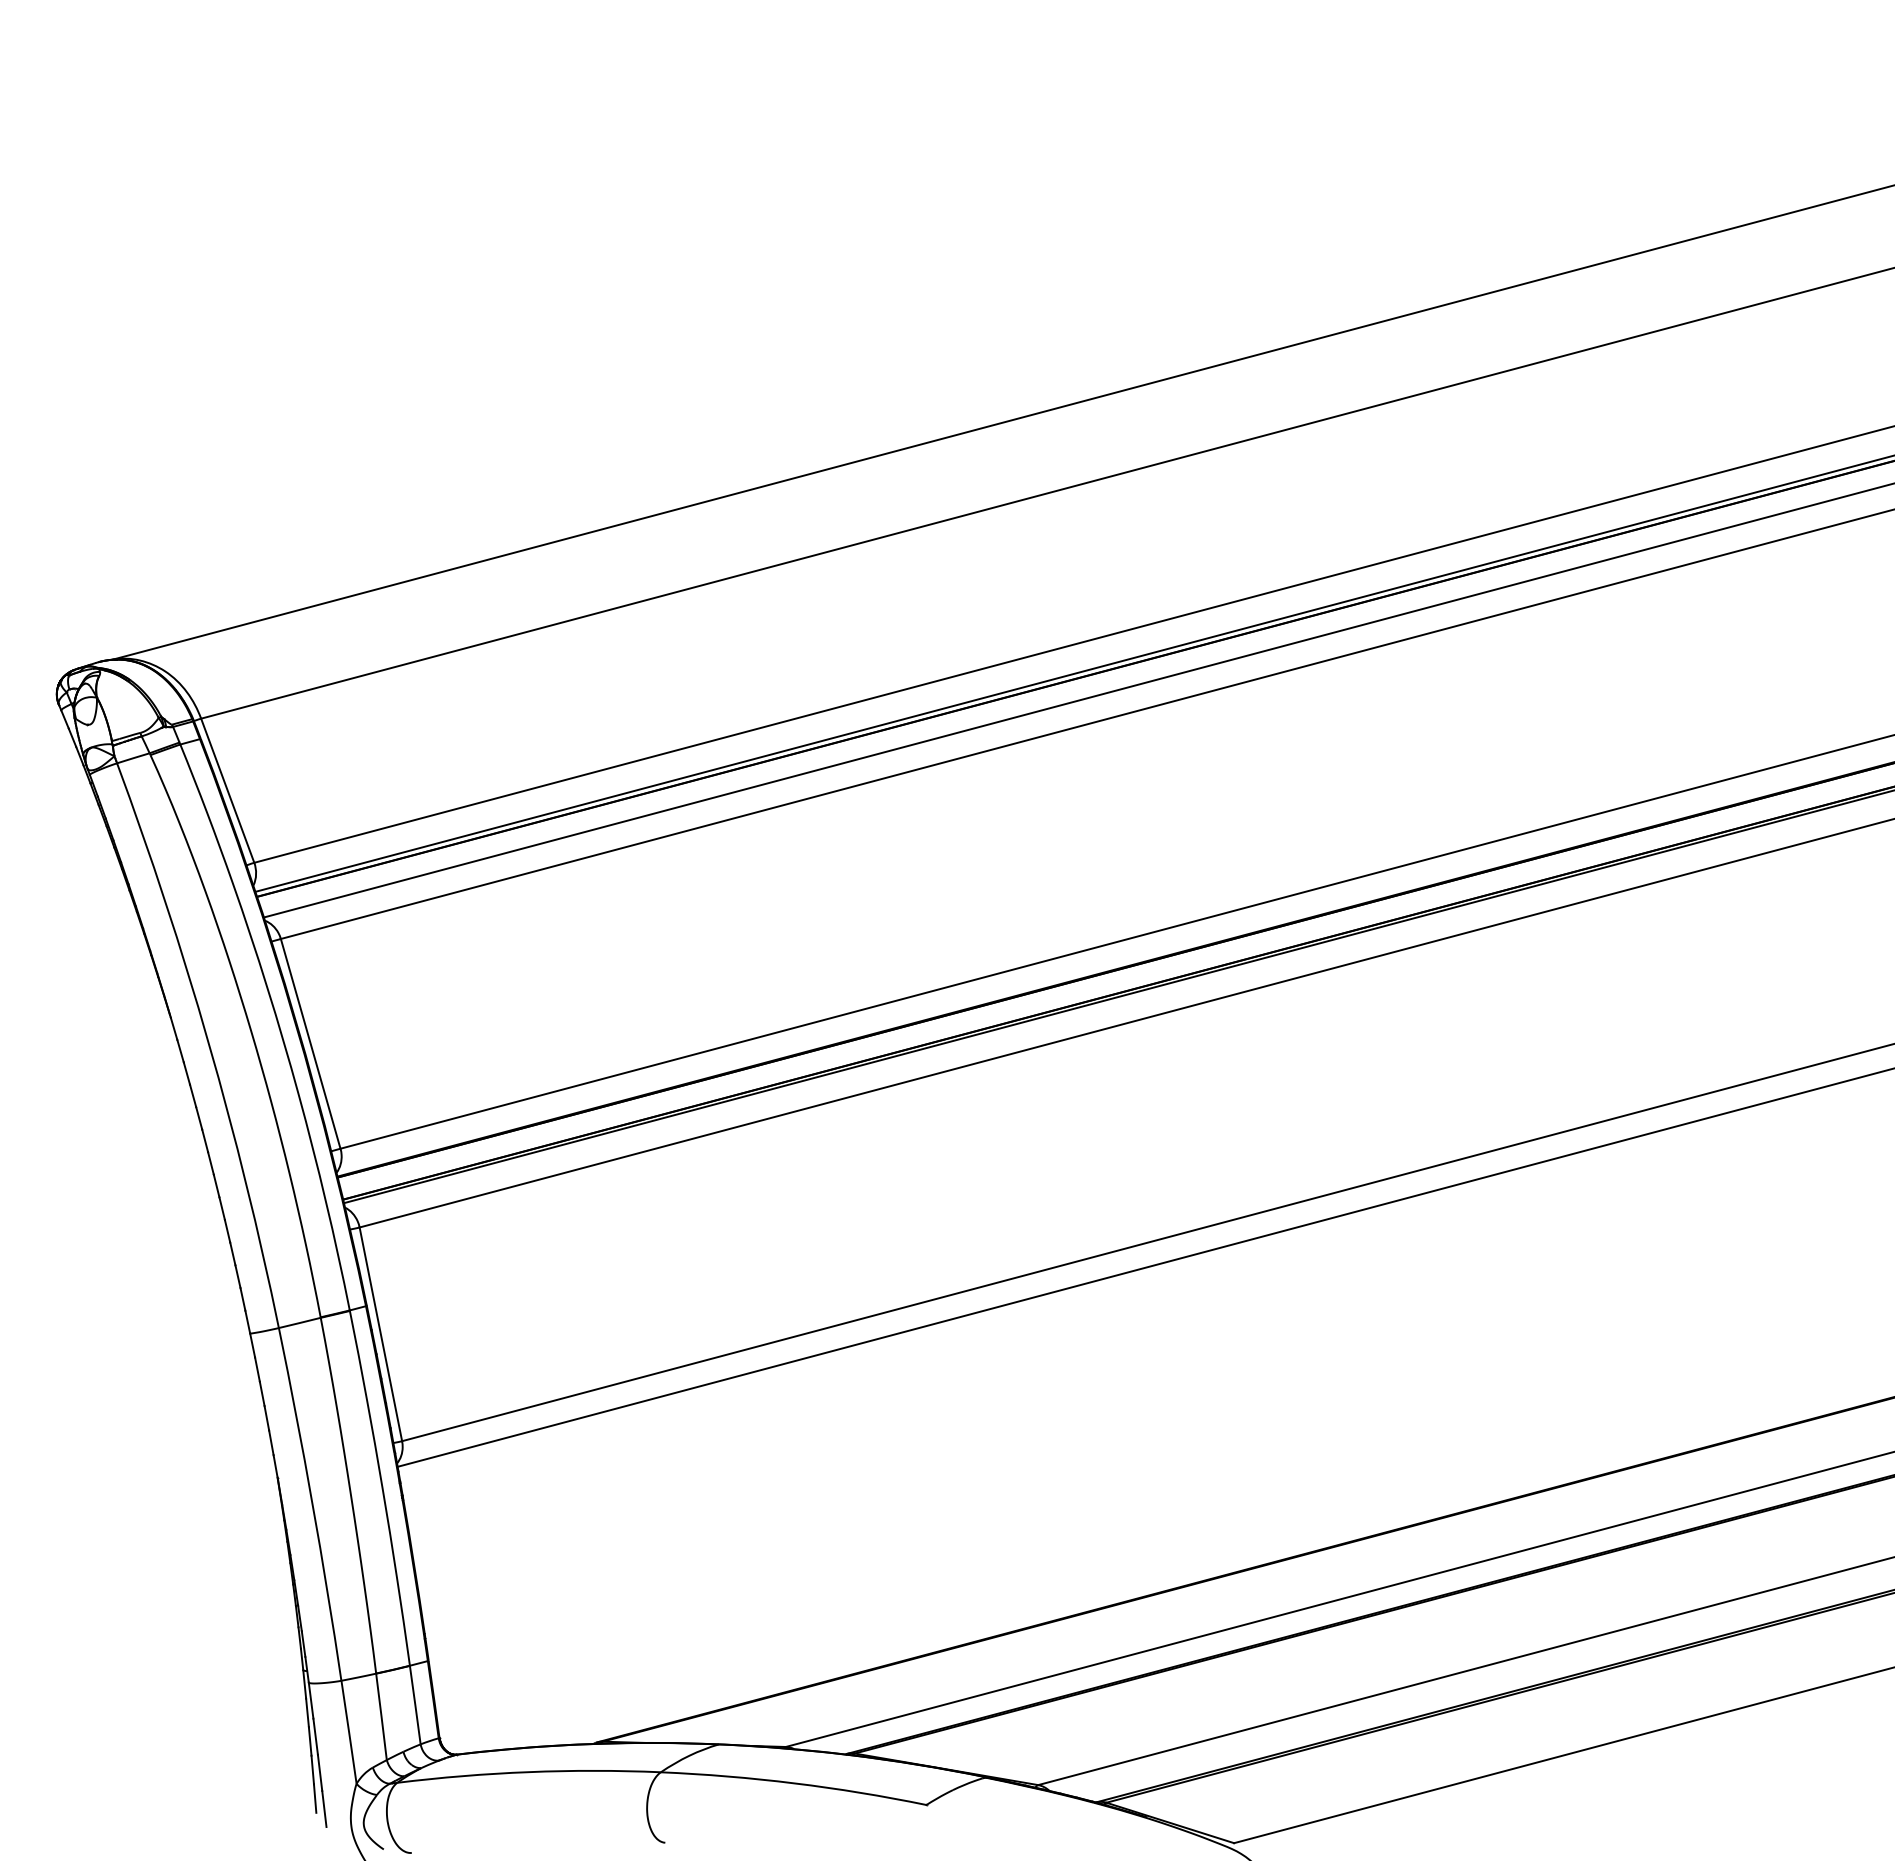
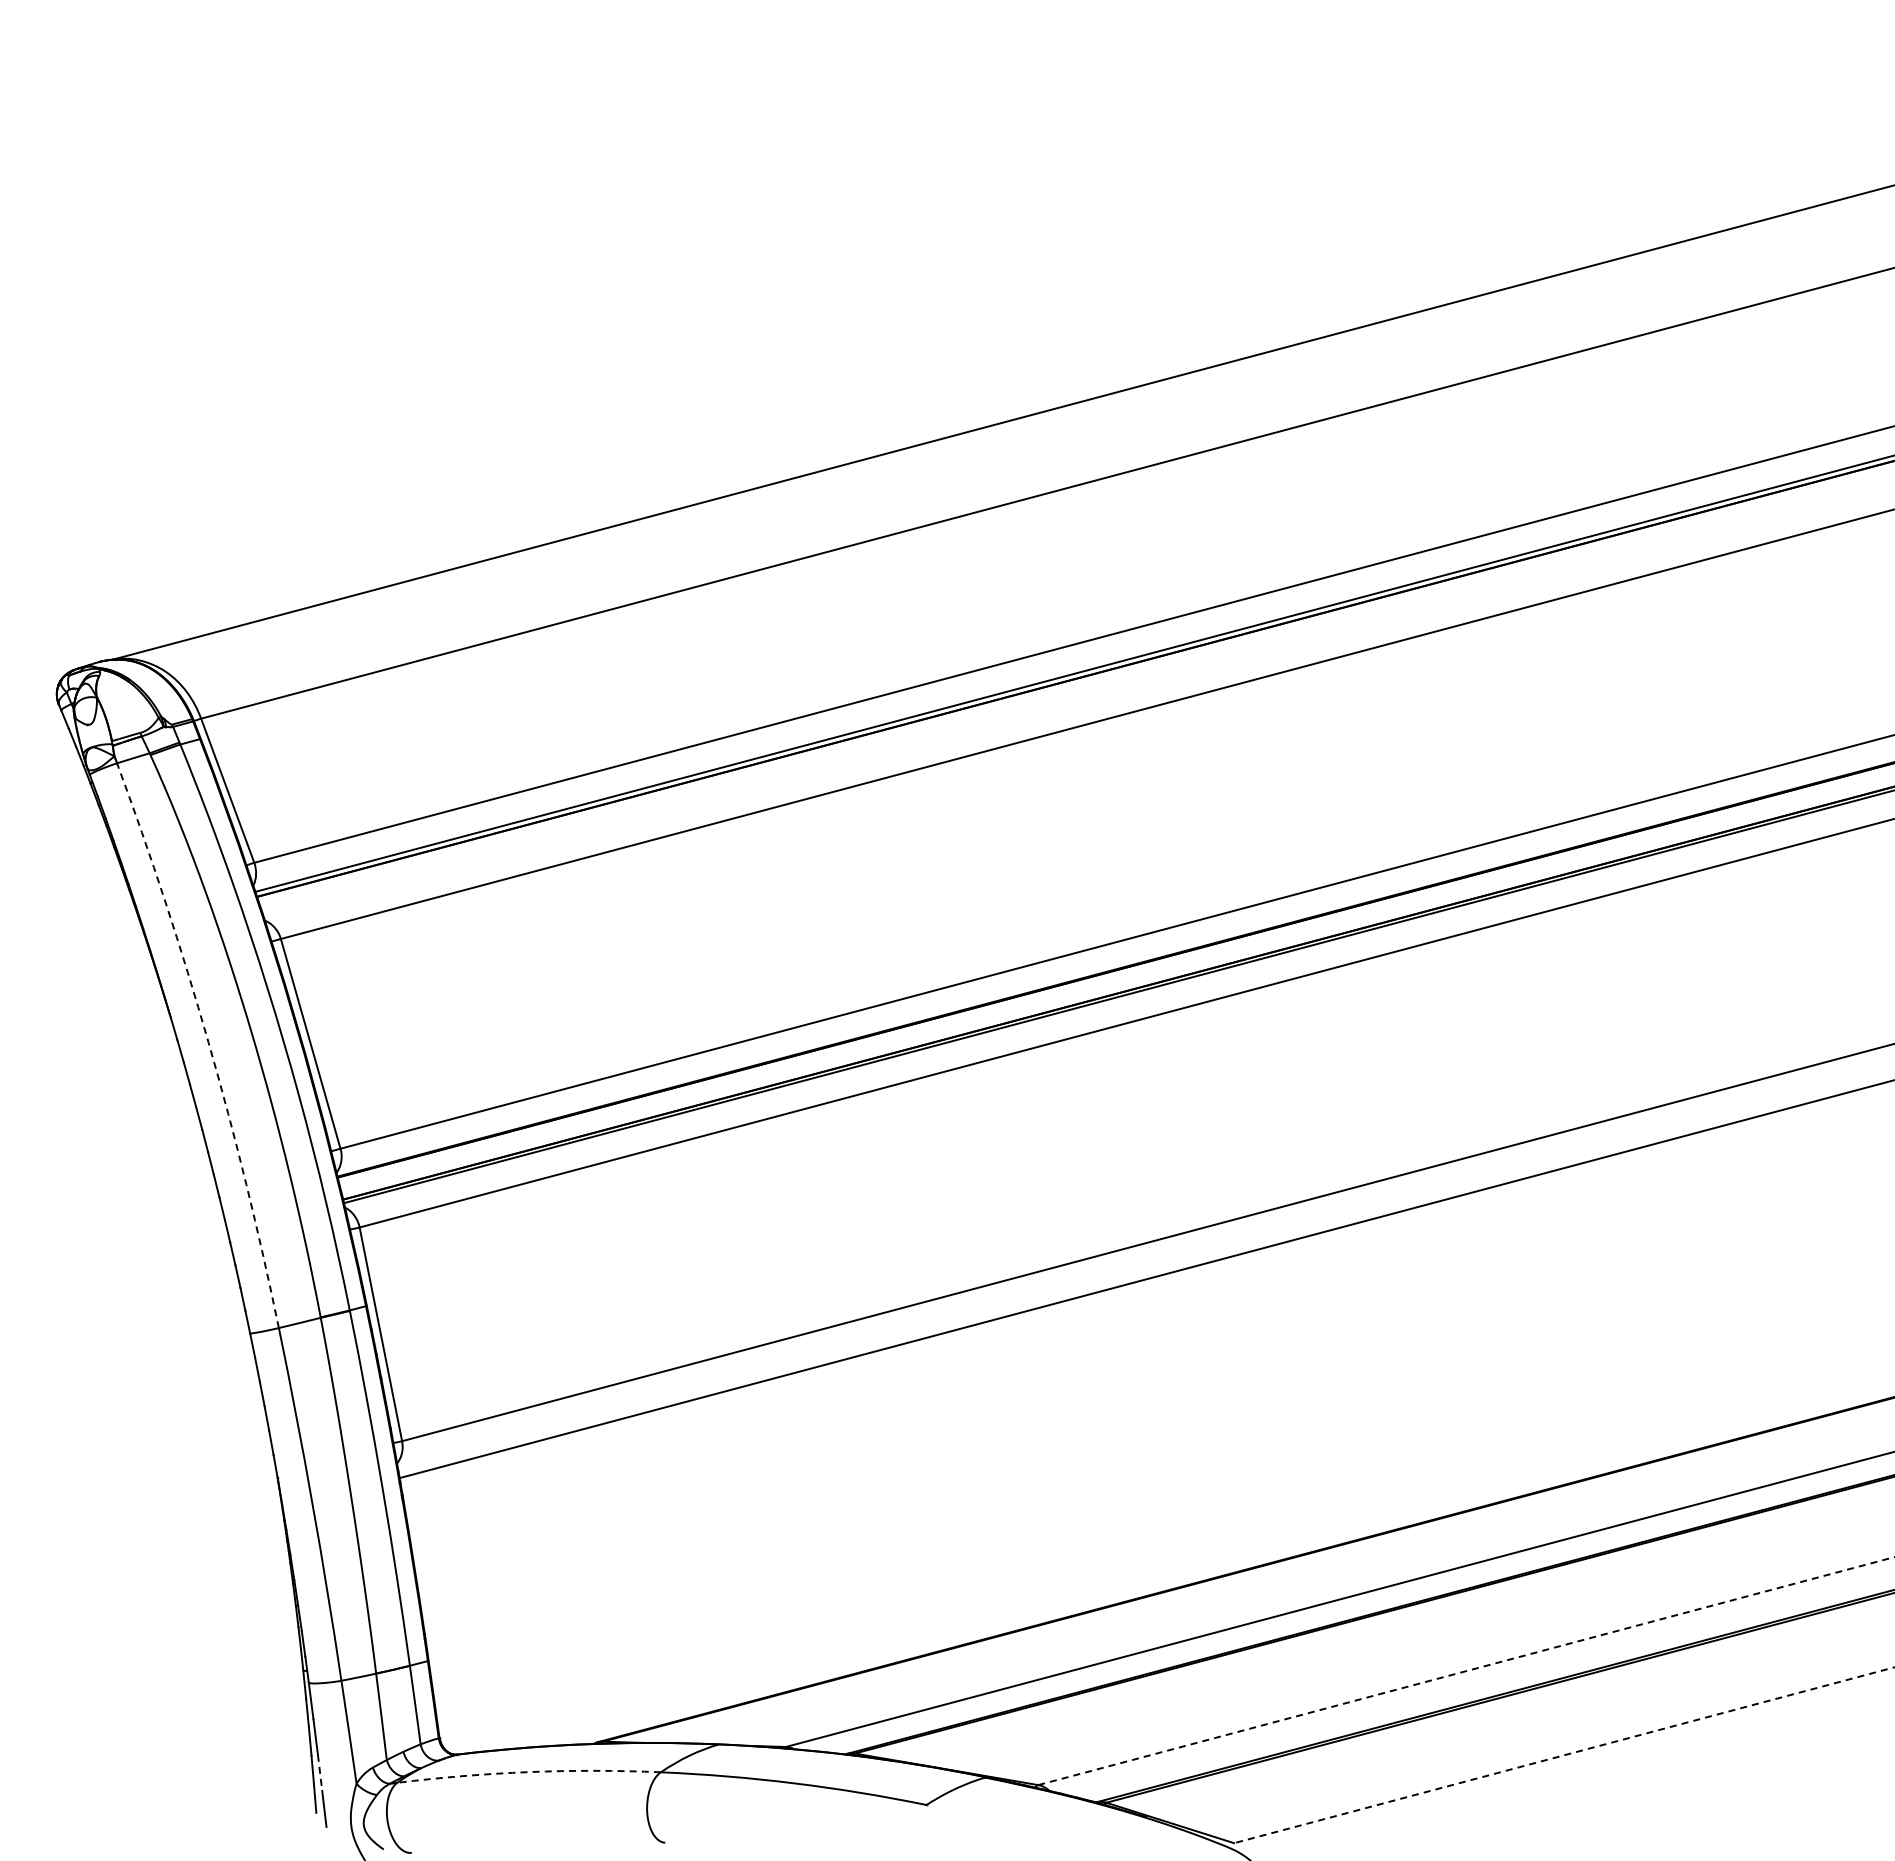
line at (1077, 700): present -> none
arc at (208, 1042): solid -> dashed
line at (1144, 1267) position: (1144, 1267) -> (1145, 1278)
line at (1466, 1671): solid -> dashed
line at (1564, 1755): solid -> dashed
arc at (528, 1772): solid -> dashed
line at (320, 1773): solid -> dashed
